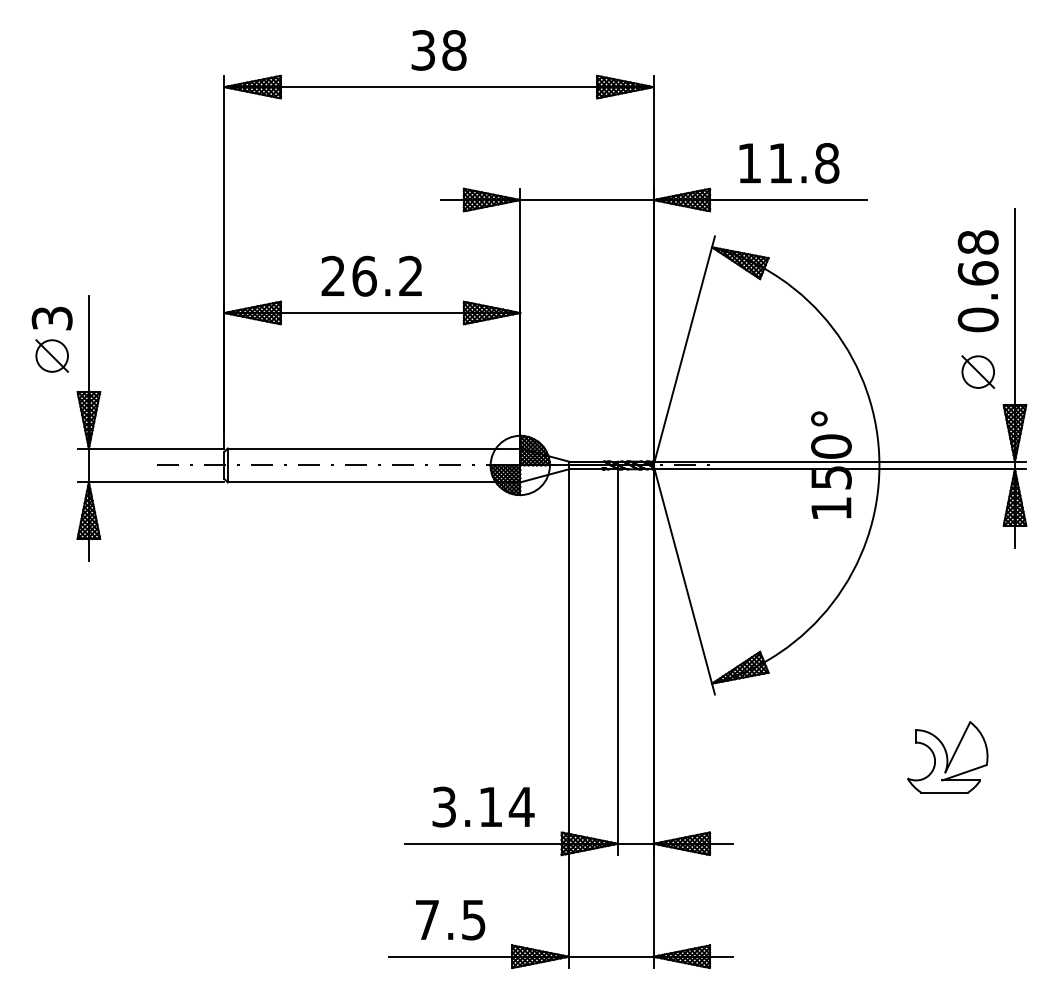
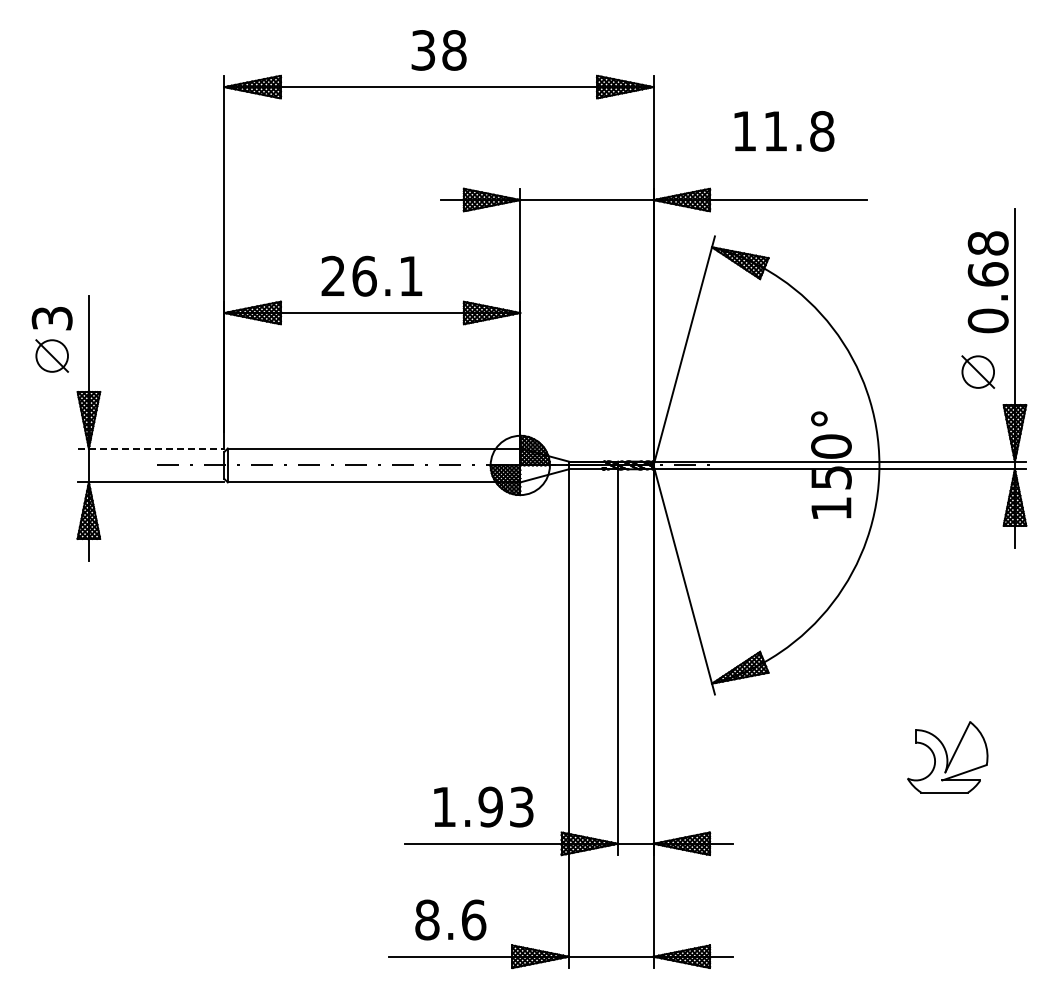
text at (789, 163) position: (789, 163) -> (784, 131)
text at (410, 275): 26.2 -> 26.1
text at (977, 281) position: (977, 281) -> (987, 282)
line at (151, 448): solid -> dashed
text at (483, 806): 3.14 -> 1.93
text at (450, 919): 7.5 -> 8.6
